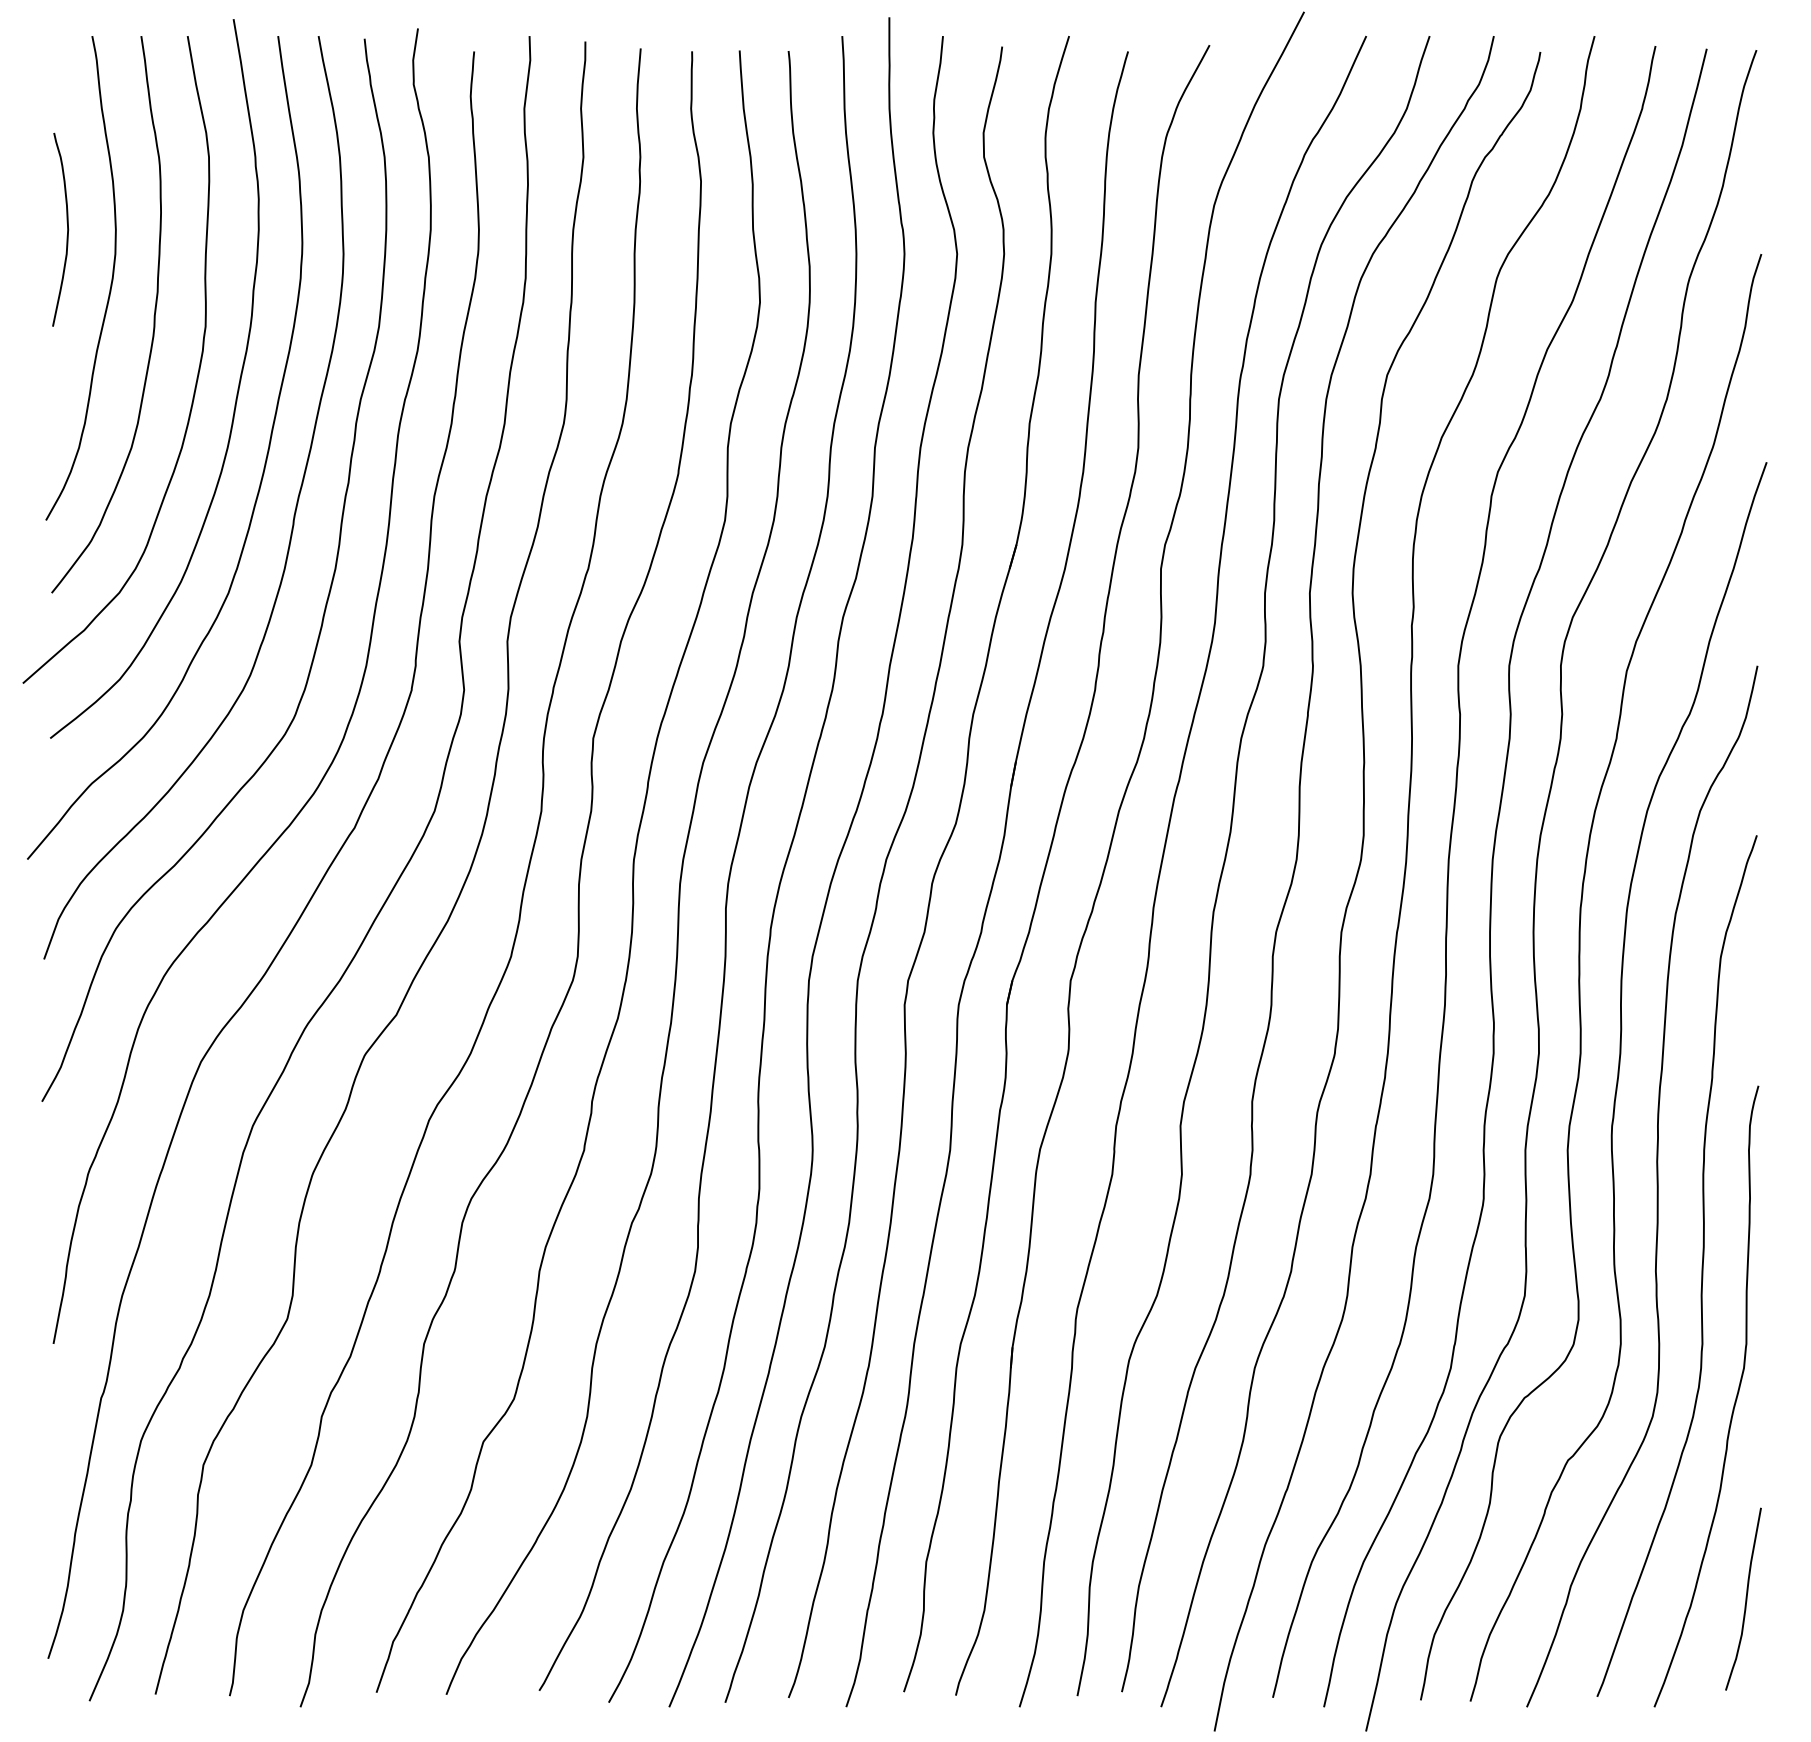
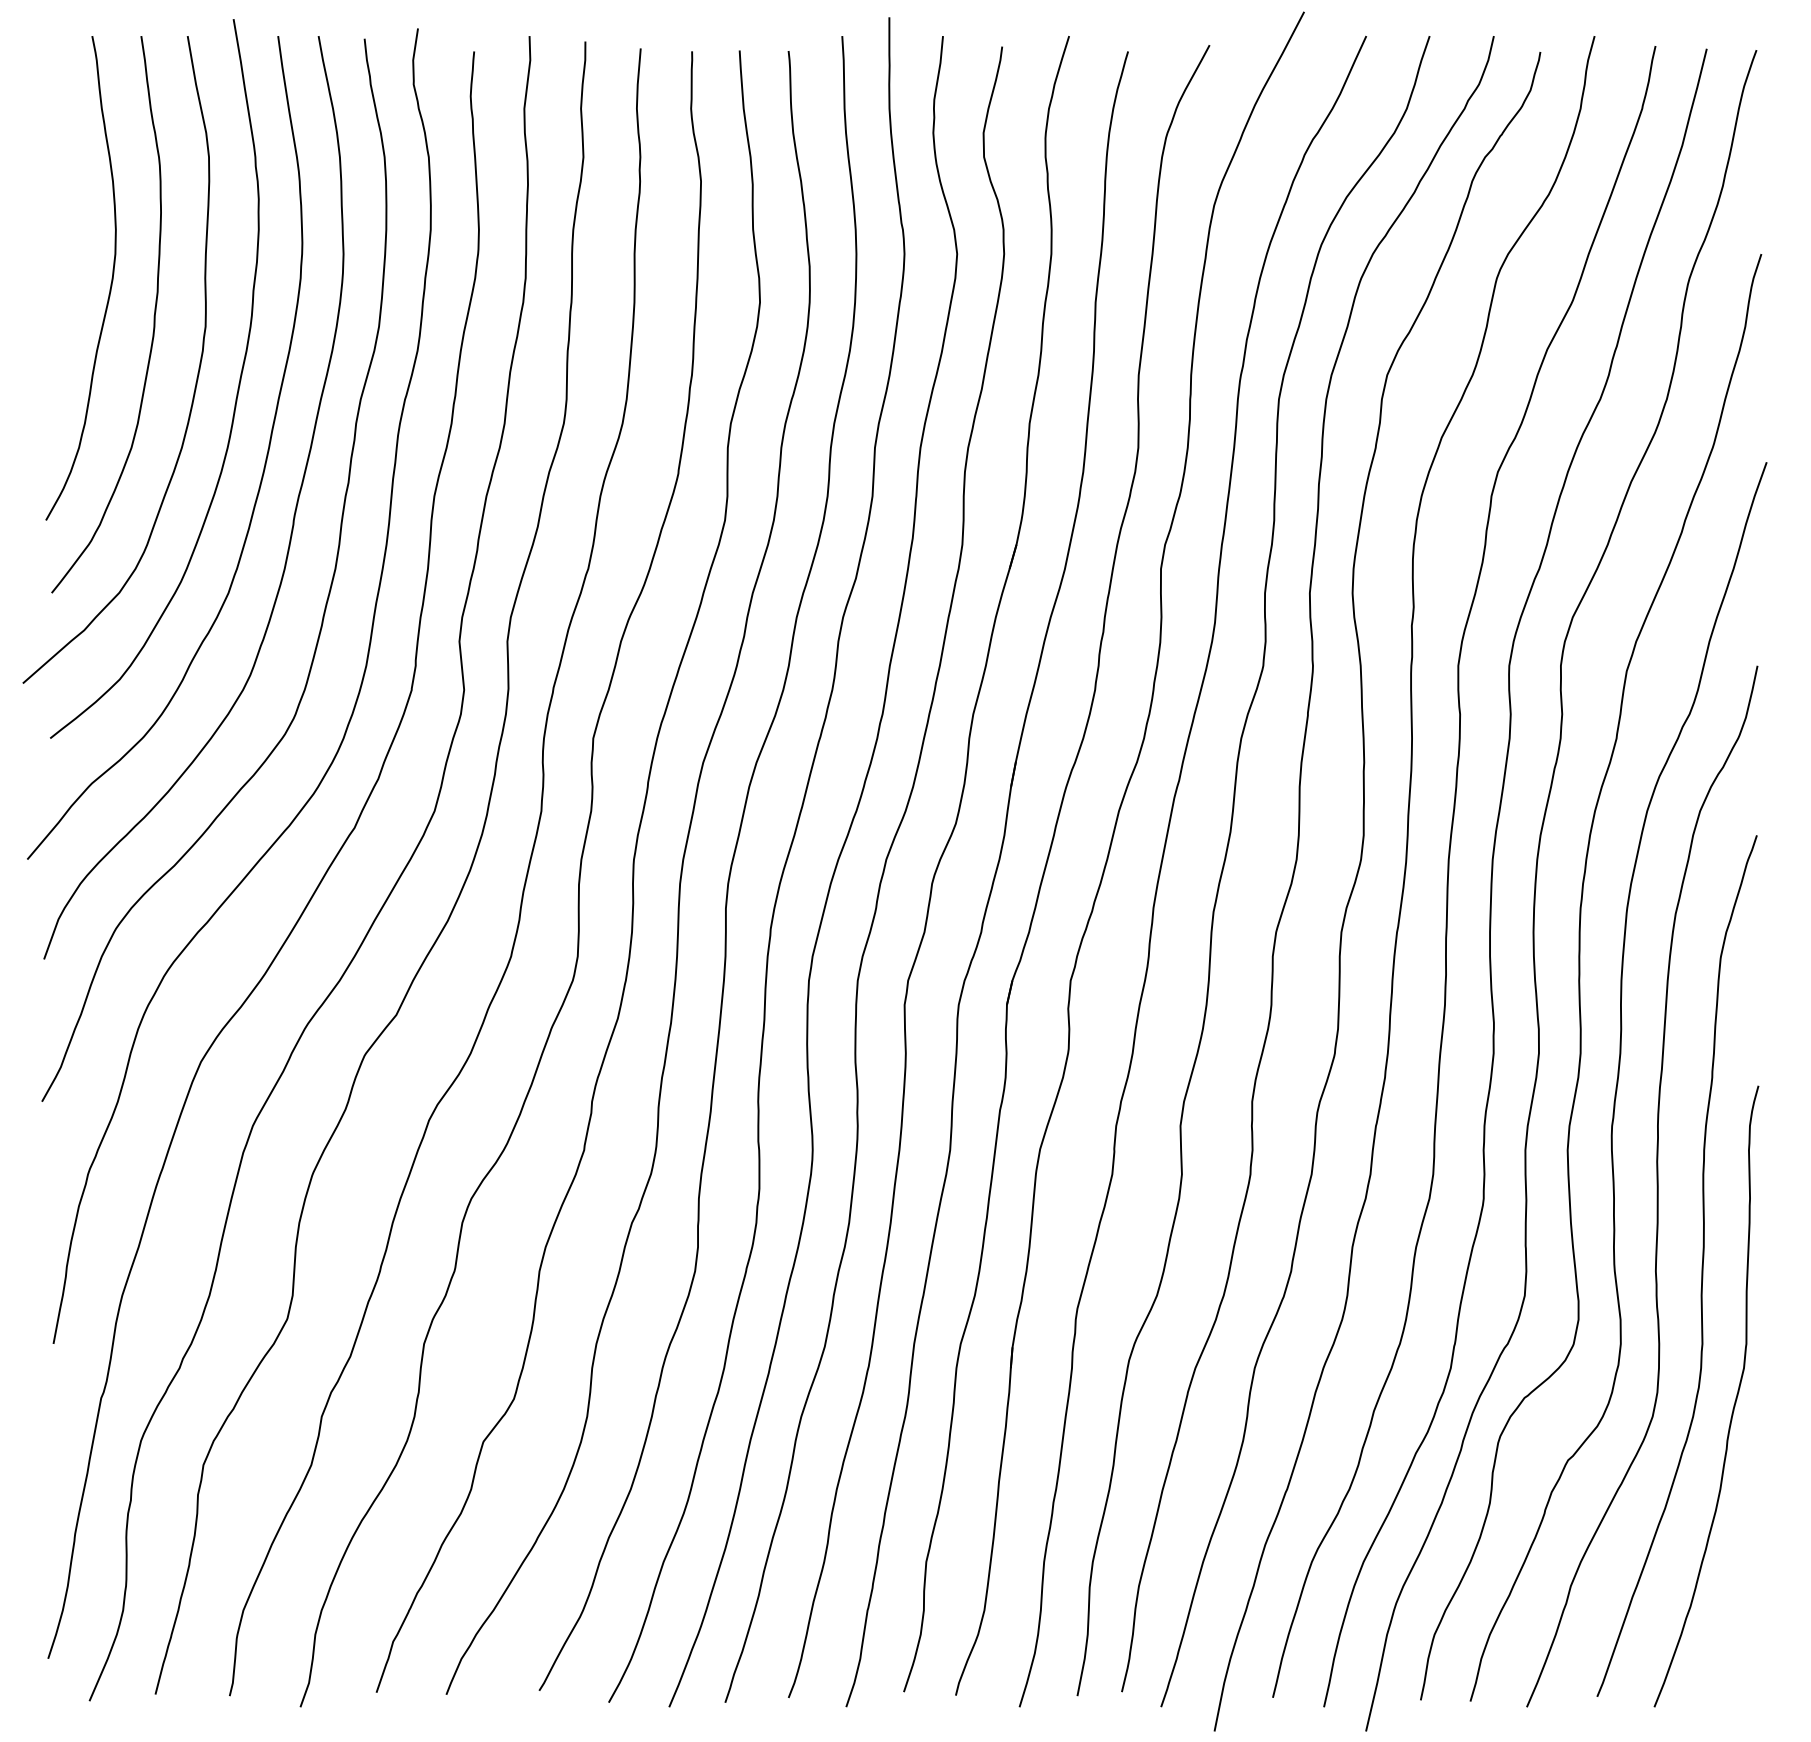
curve at (67, 229): present -> none
curve at (1745, 1598): present -> none
